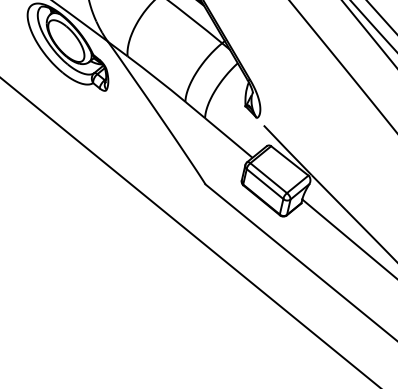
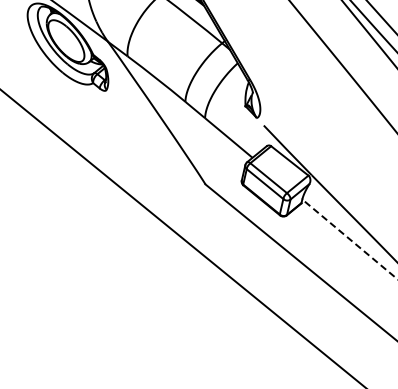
line at (189, 232) position: (189, 232) -> (182, 237)
line at (349, 239): solid -> dashed
